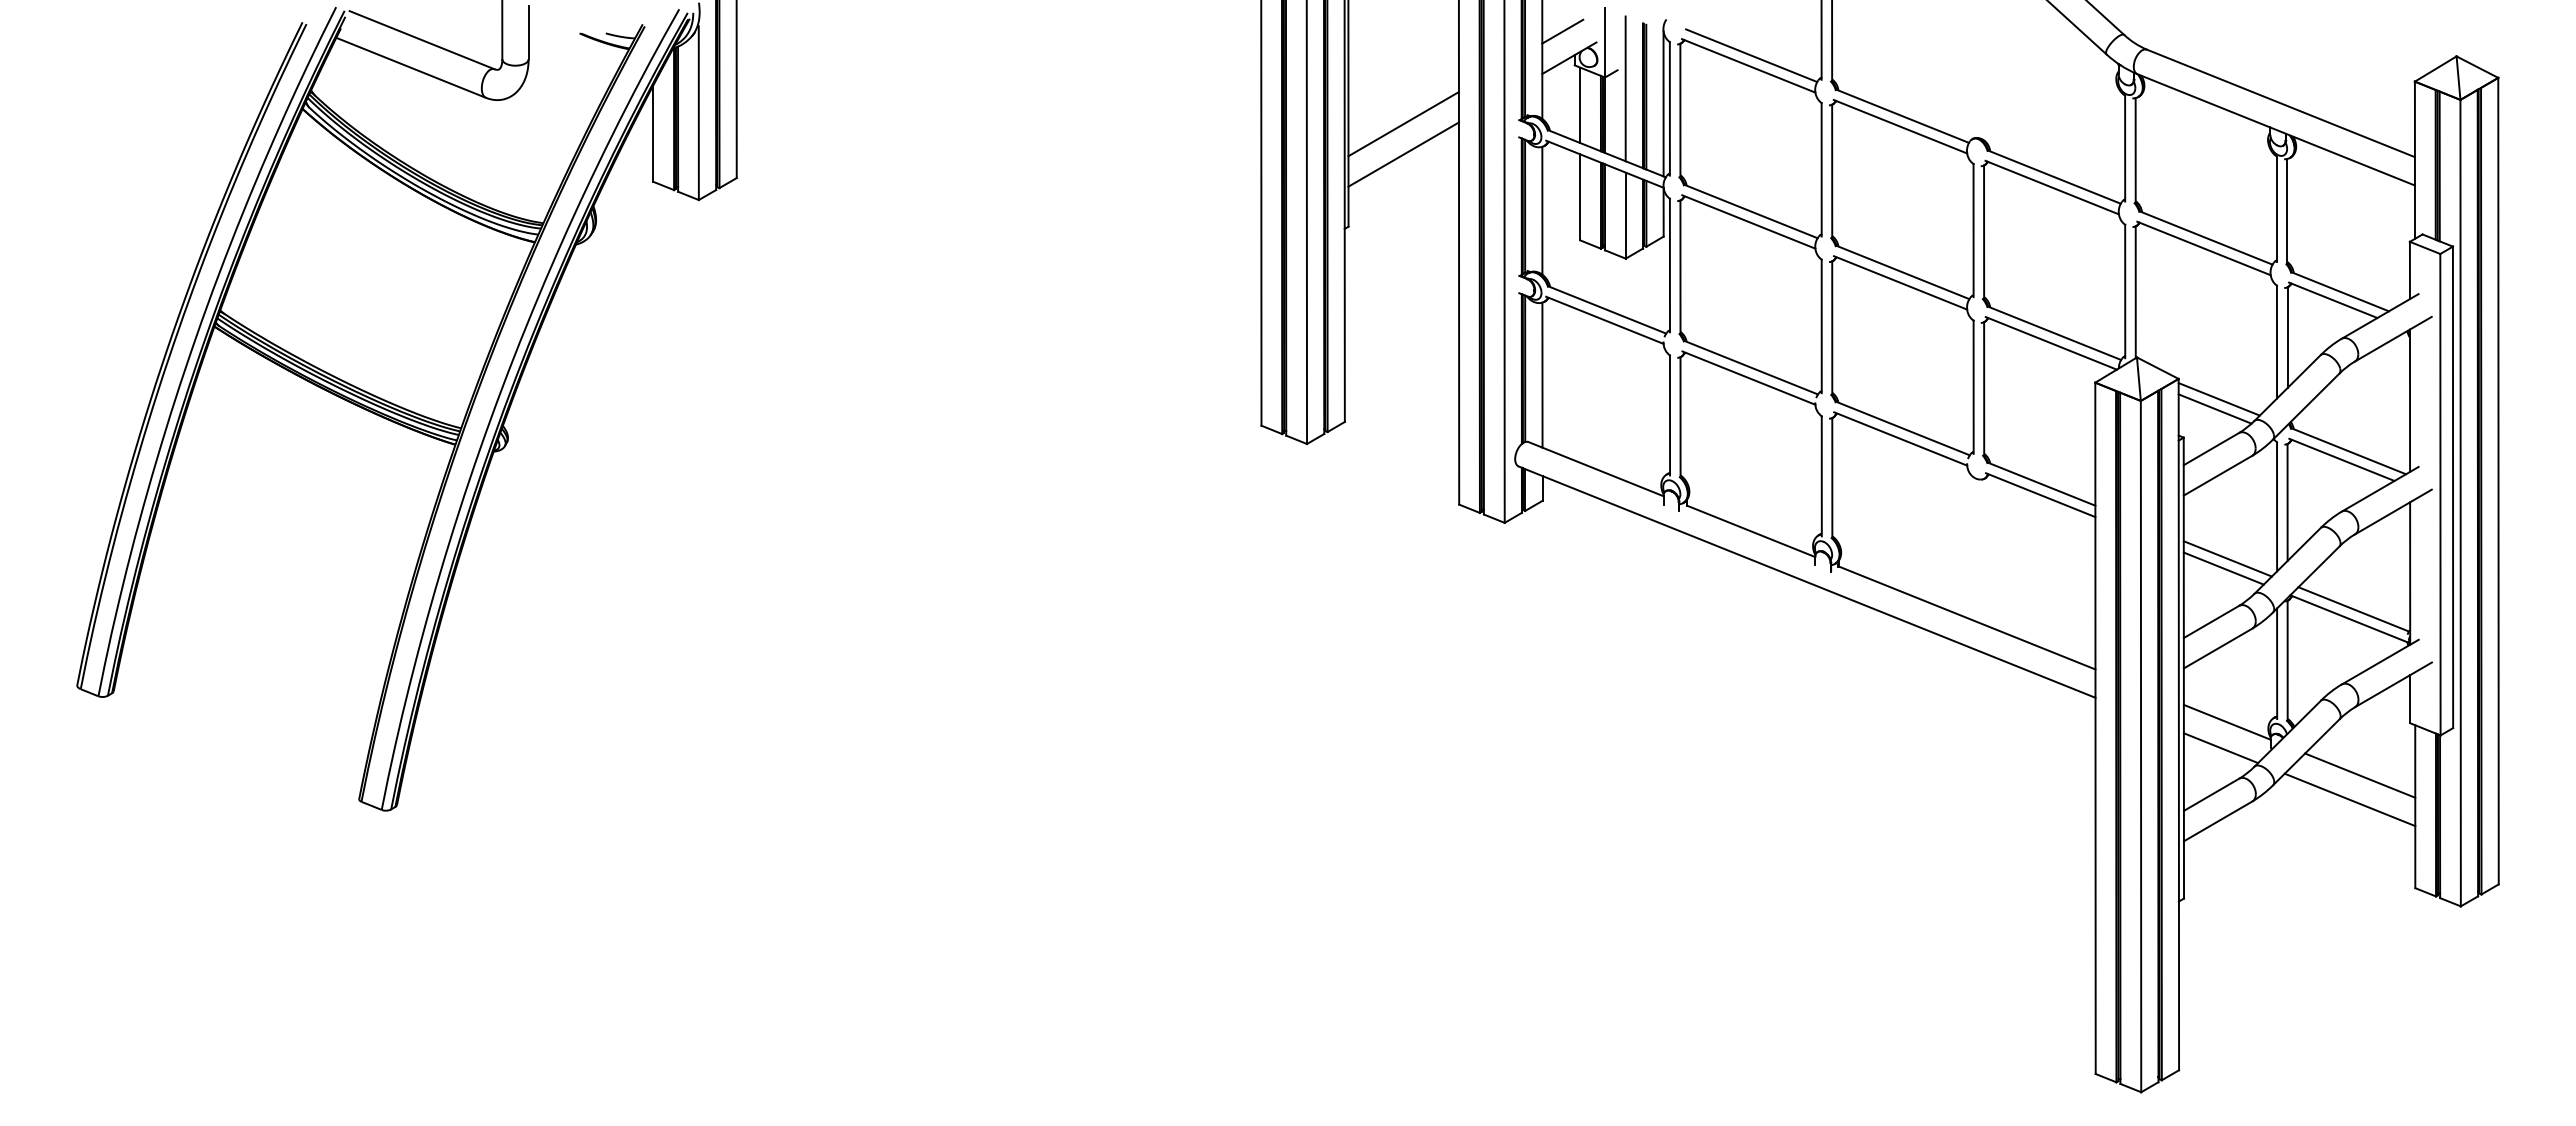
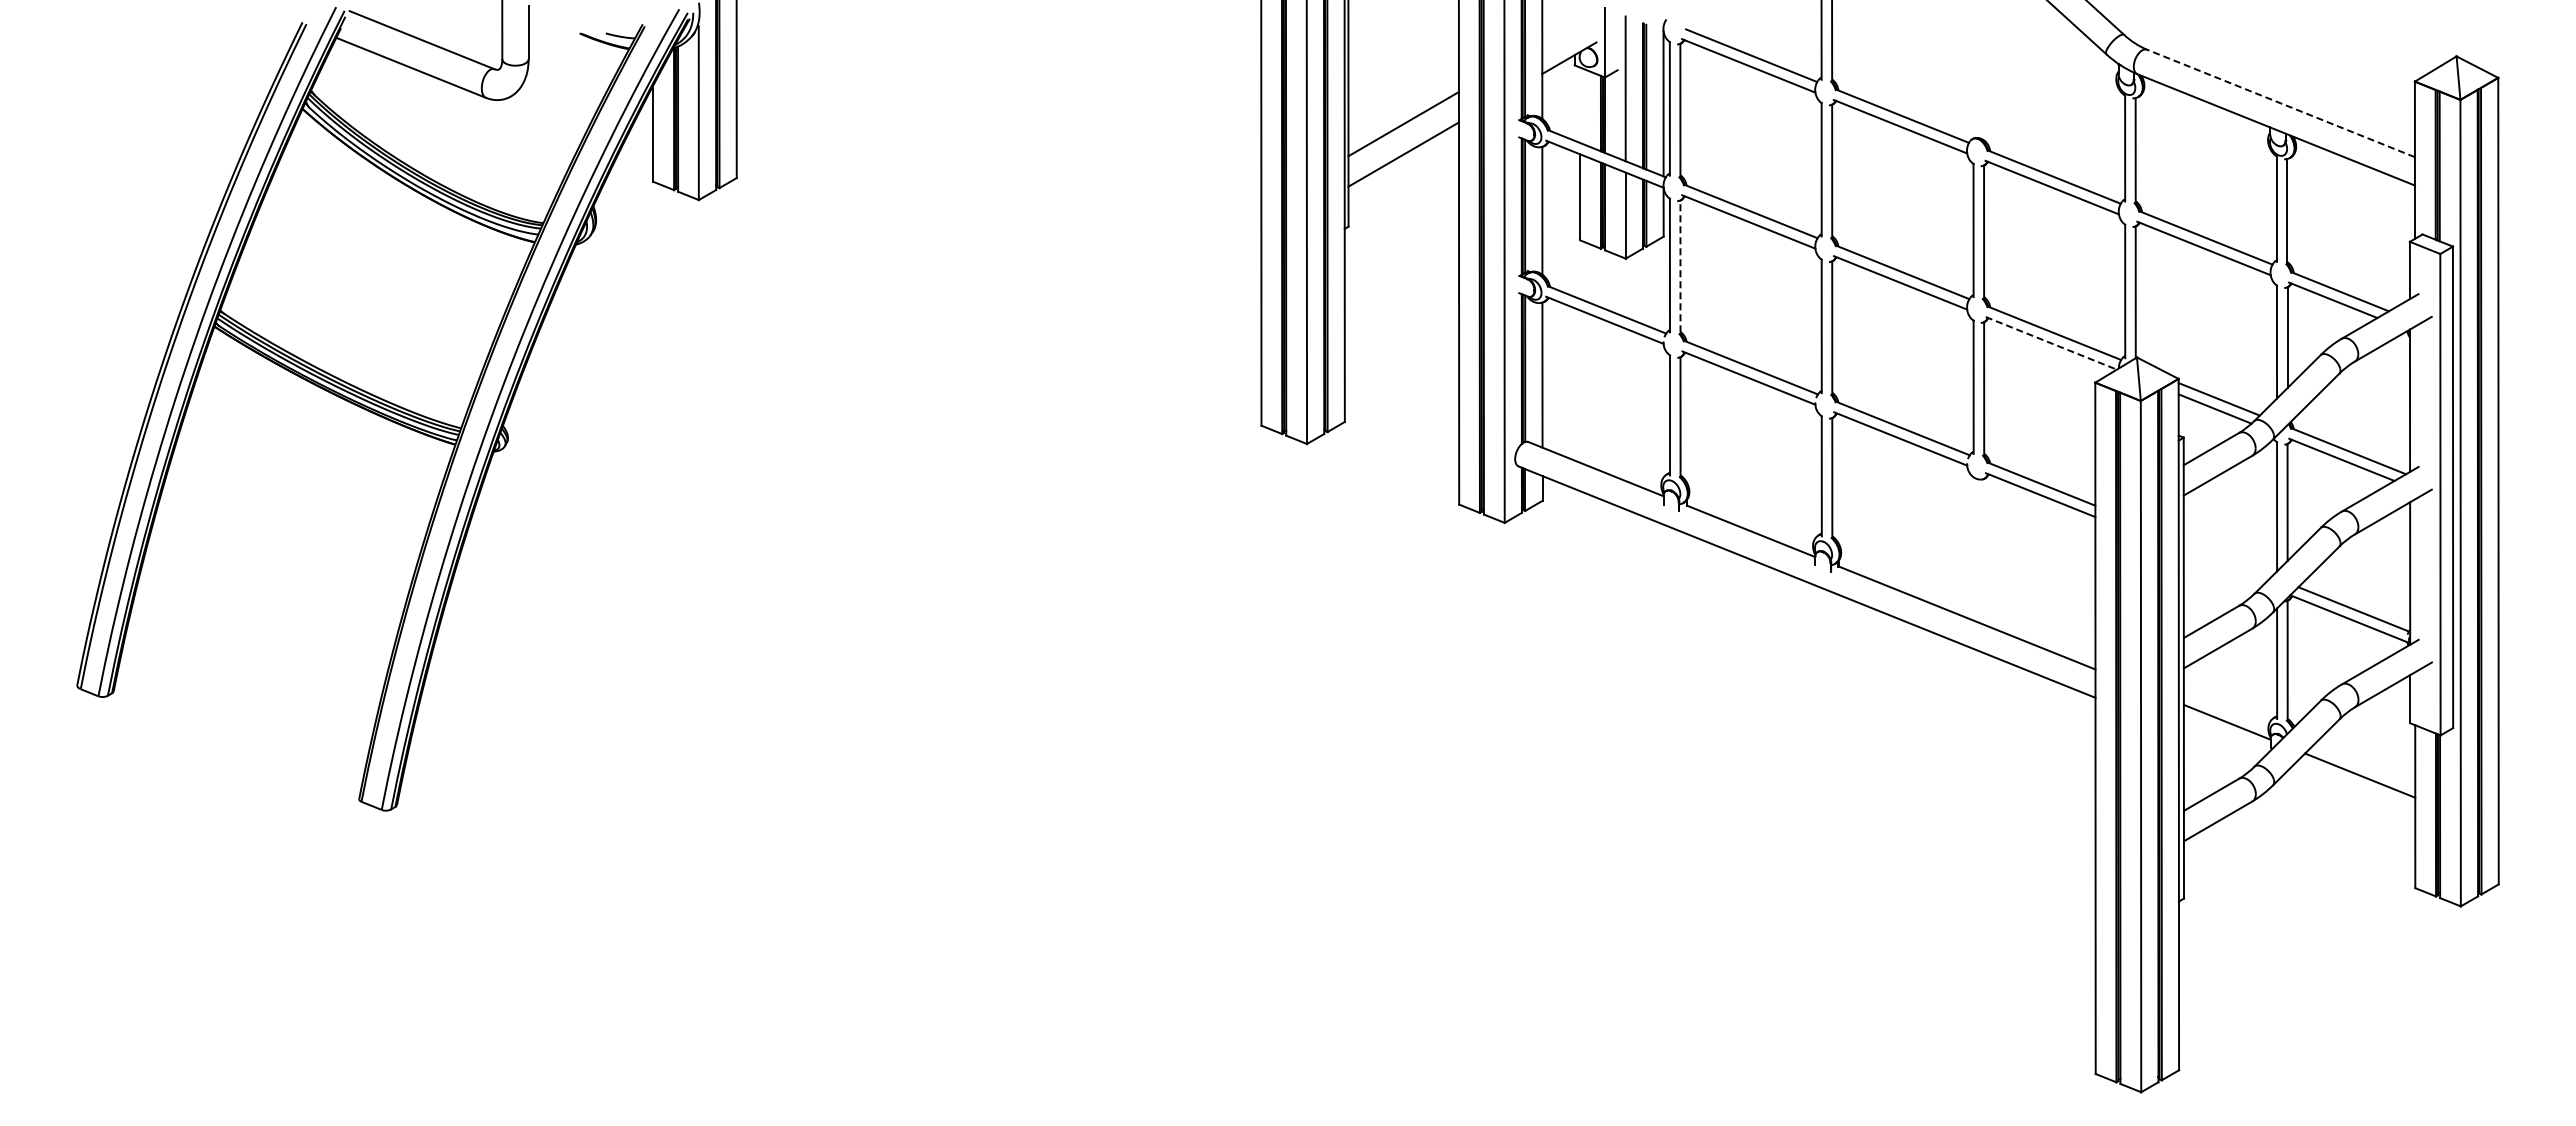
line at (1562, 31): present -> none
line at (2280, 103): solid -> dashed
line at (1580, 105): present -> none
line at (1680, 266): solid -> dashed
line at (2051, 343): solid -> dashed
line at (2227, 558): present -> none
line at (2223, 568): present -> none
line at (2220, 748): present -> none
line at (2349, 799): present -> none
